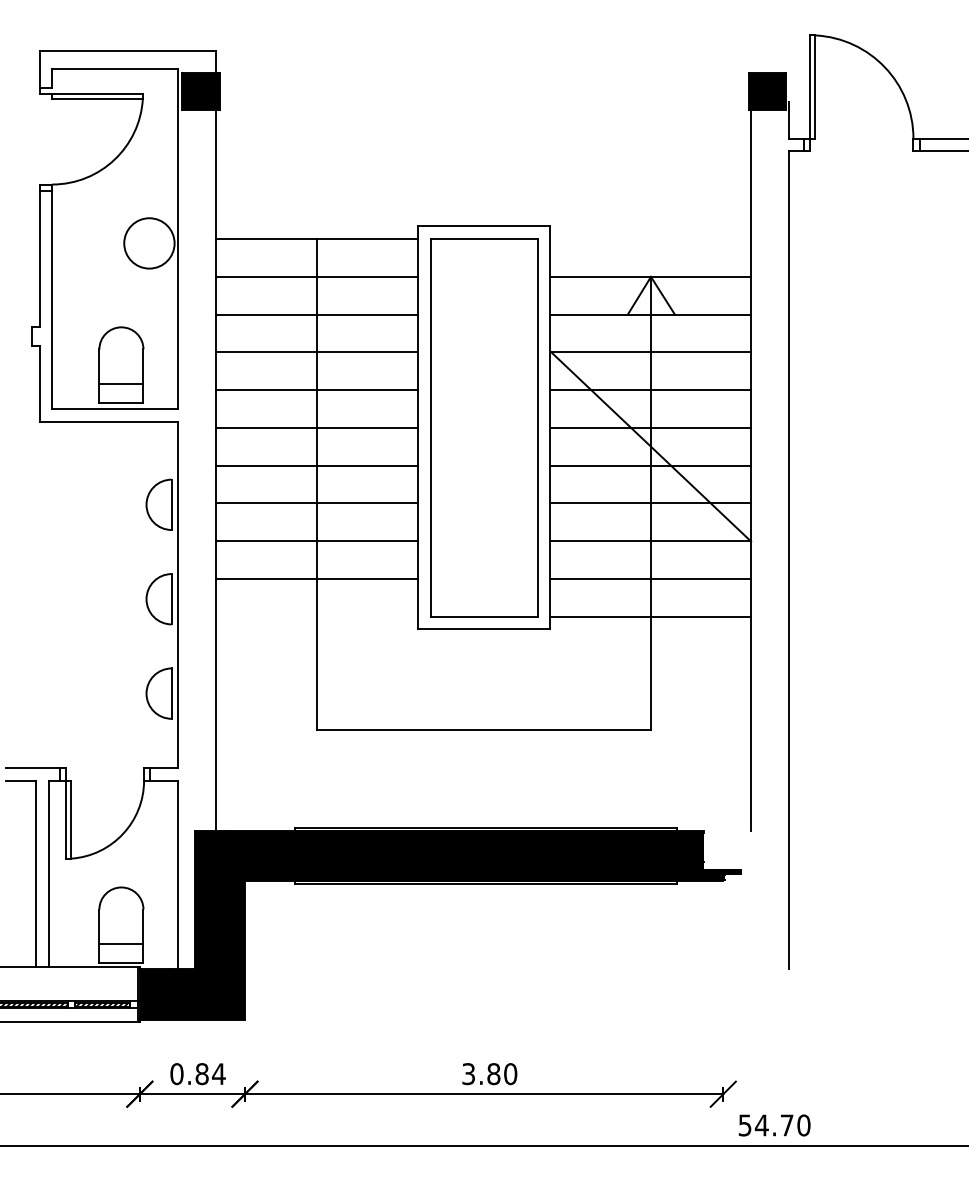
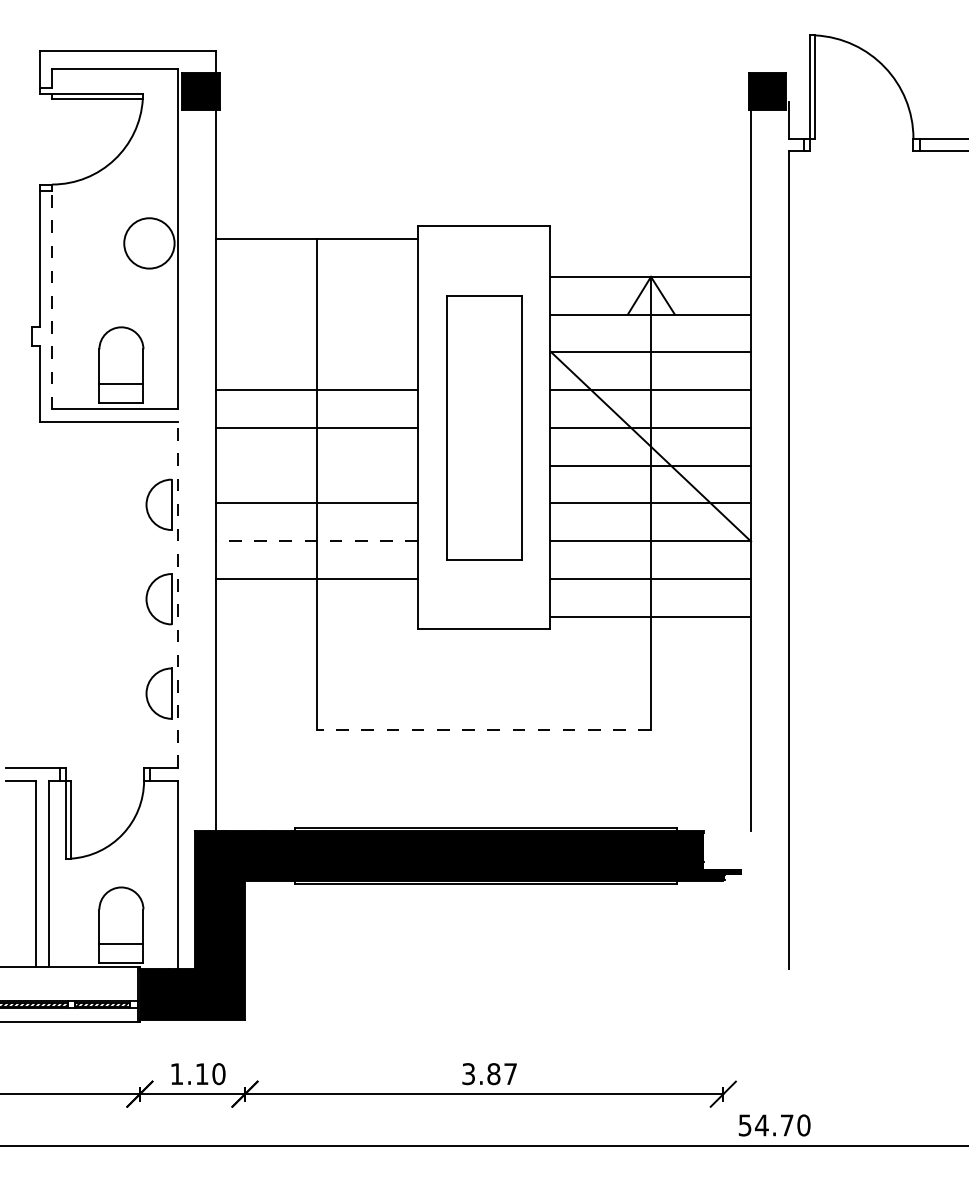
line at (316, 276): present -> none
line at (52, 299): solid -> dashed
line at (316, 314): present -> none
line at (316, 352): present -> none
part at (484, 427) size: 109x380 px -> 77x266 px
line at (316, 465): present -> none
line at (317, 541): solid -> dashed
line at (177, 594): solid -> dashed
line at (484, 729): solid -> dashed
text at (197, 1074): 0.84 -> 1.10
text at (510, 1074): 3.80 -> 3.87
